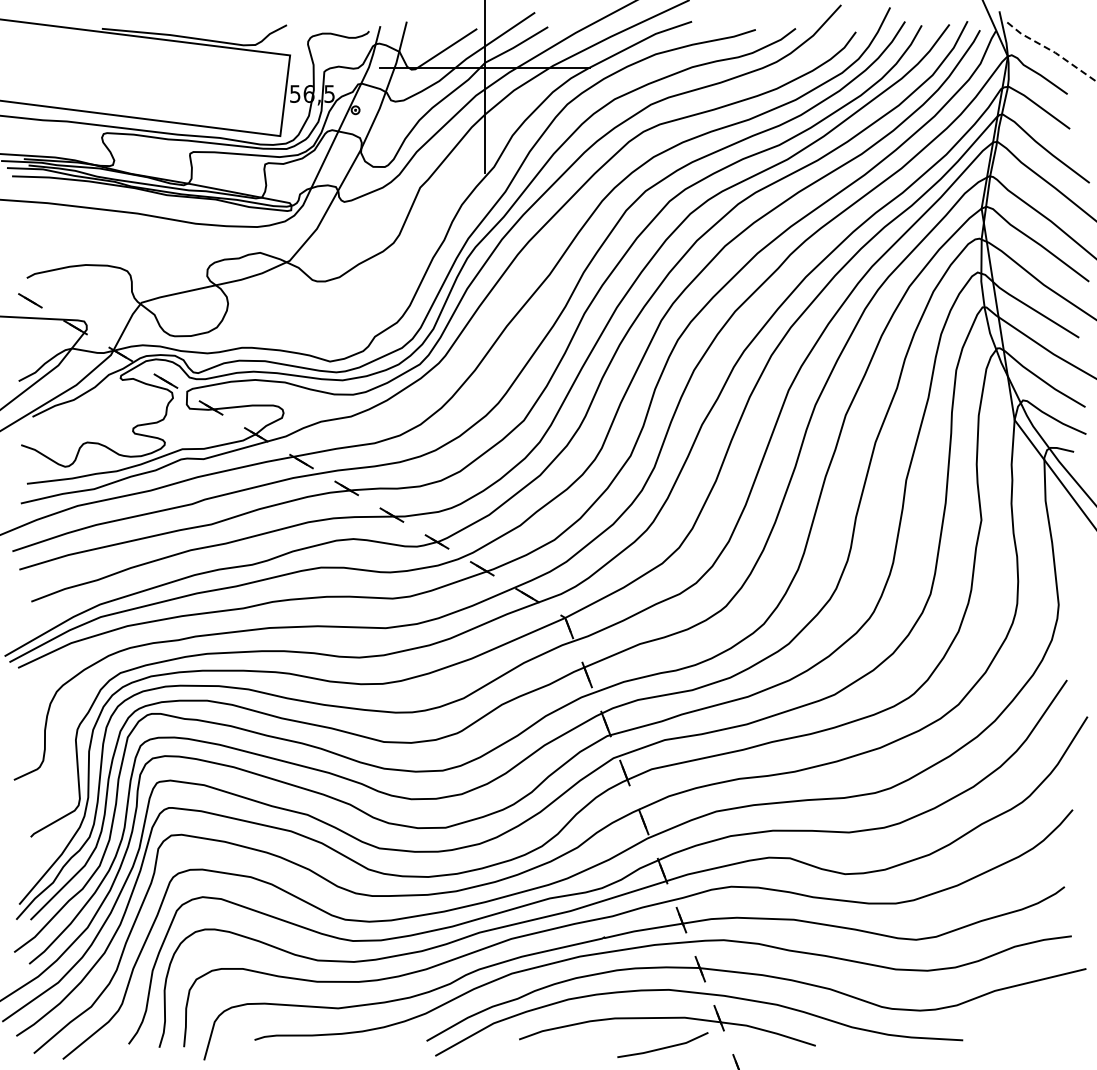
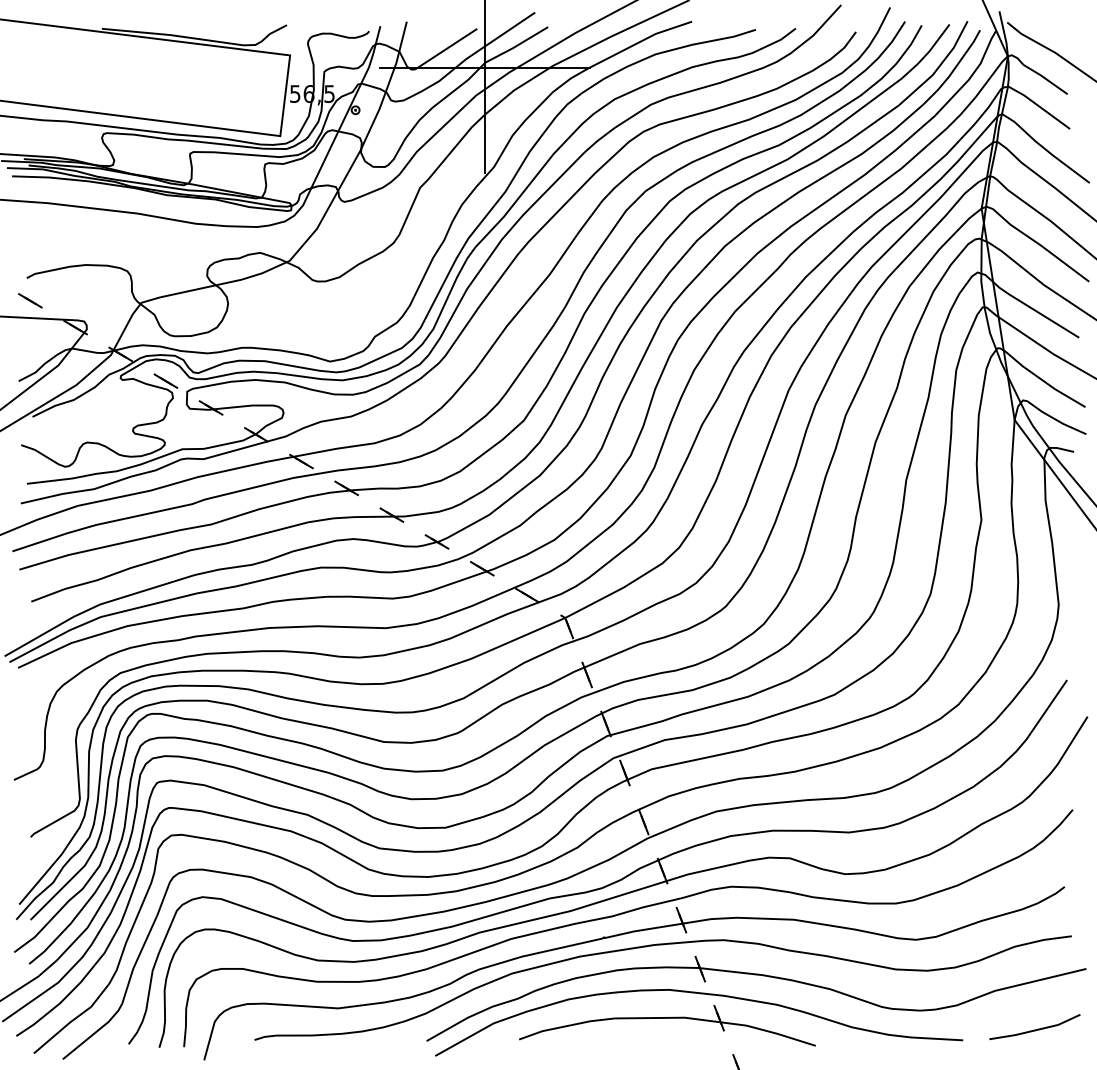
line at (1052, 51): dashed -> solid
line at (662, 1047) position: (662, 1047) -> (1034, 1029)
